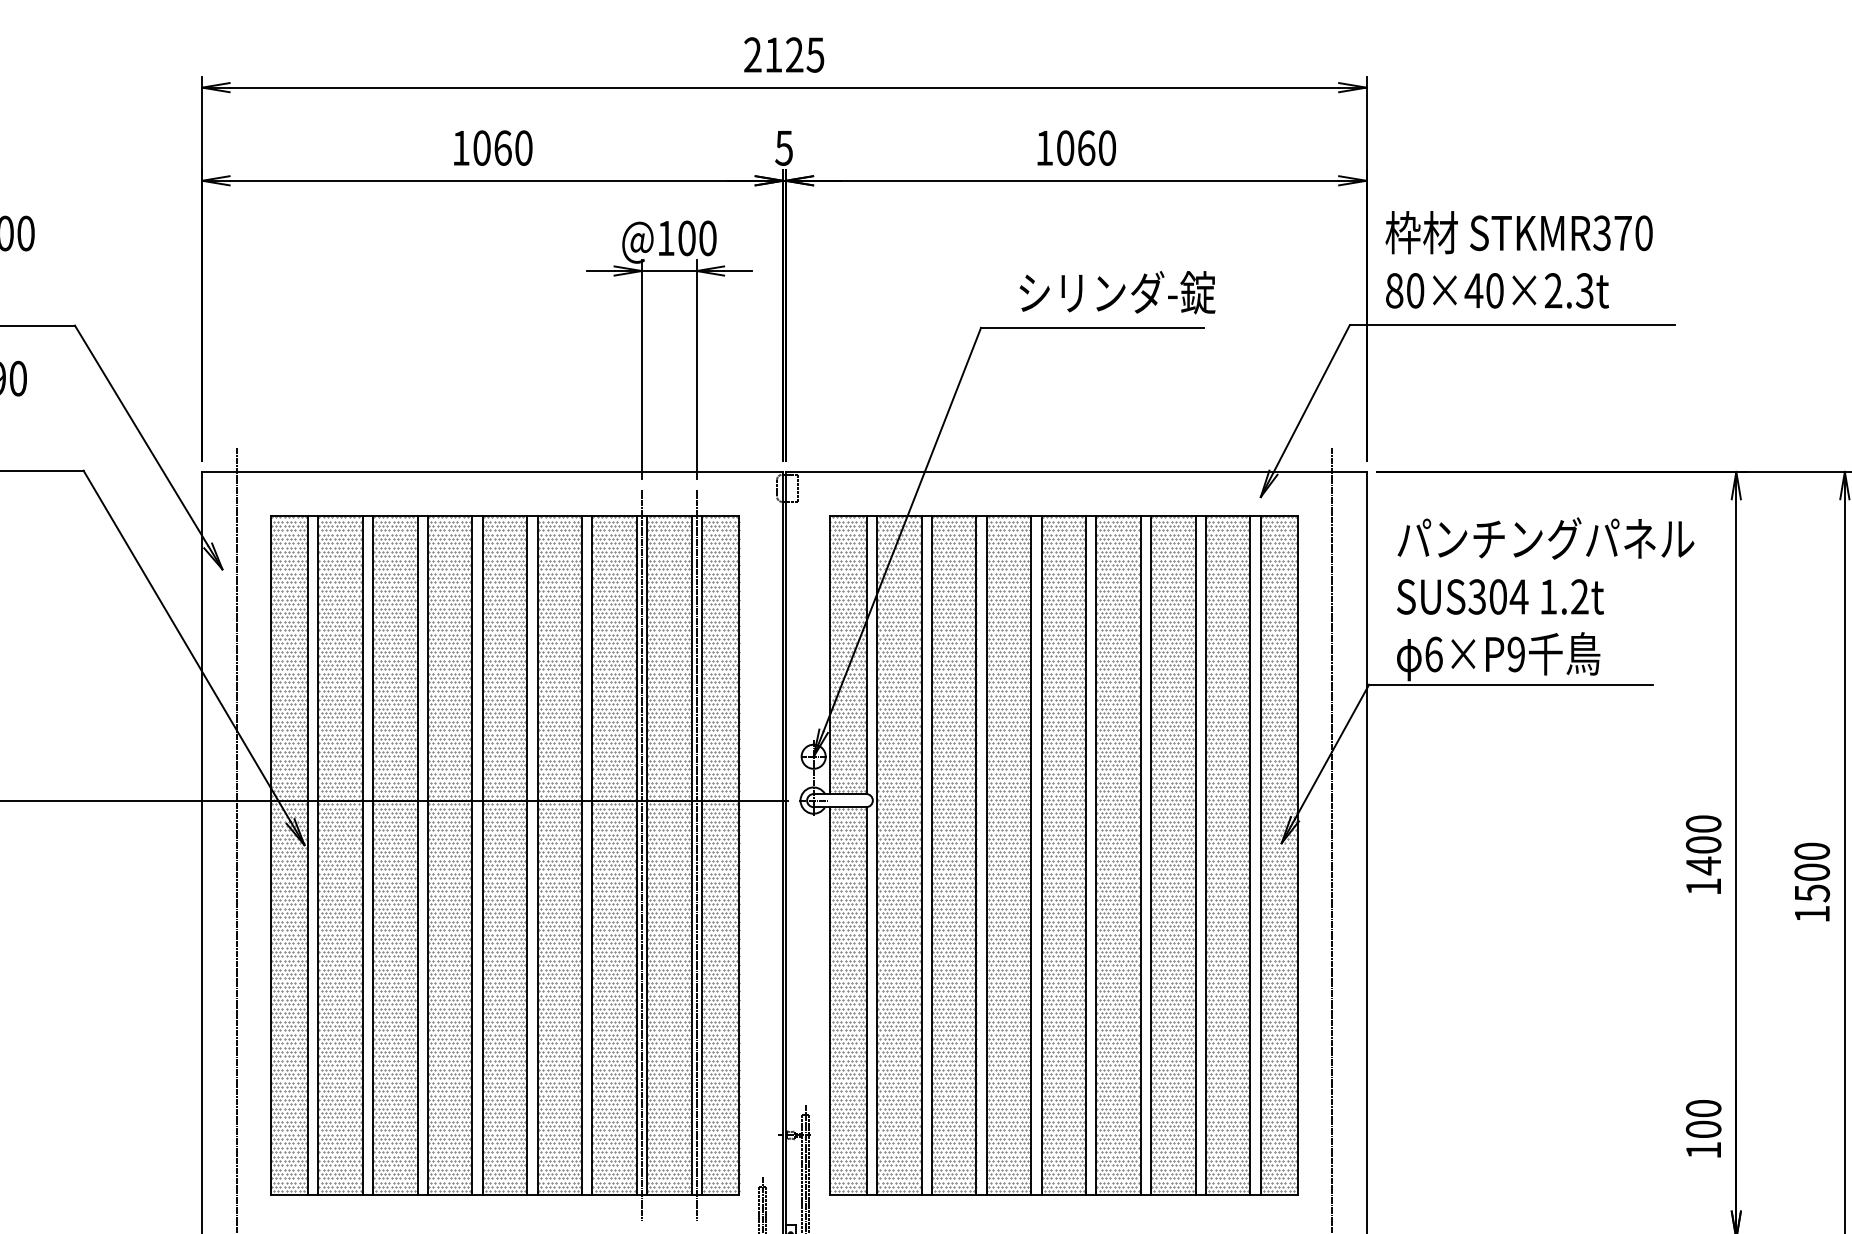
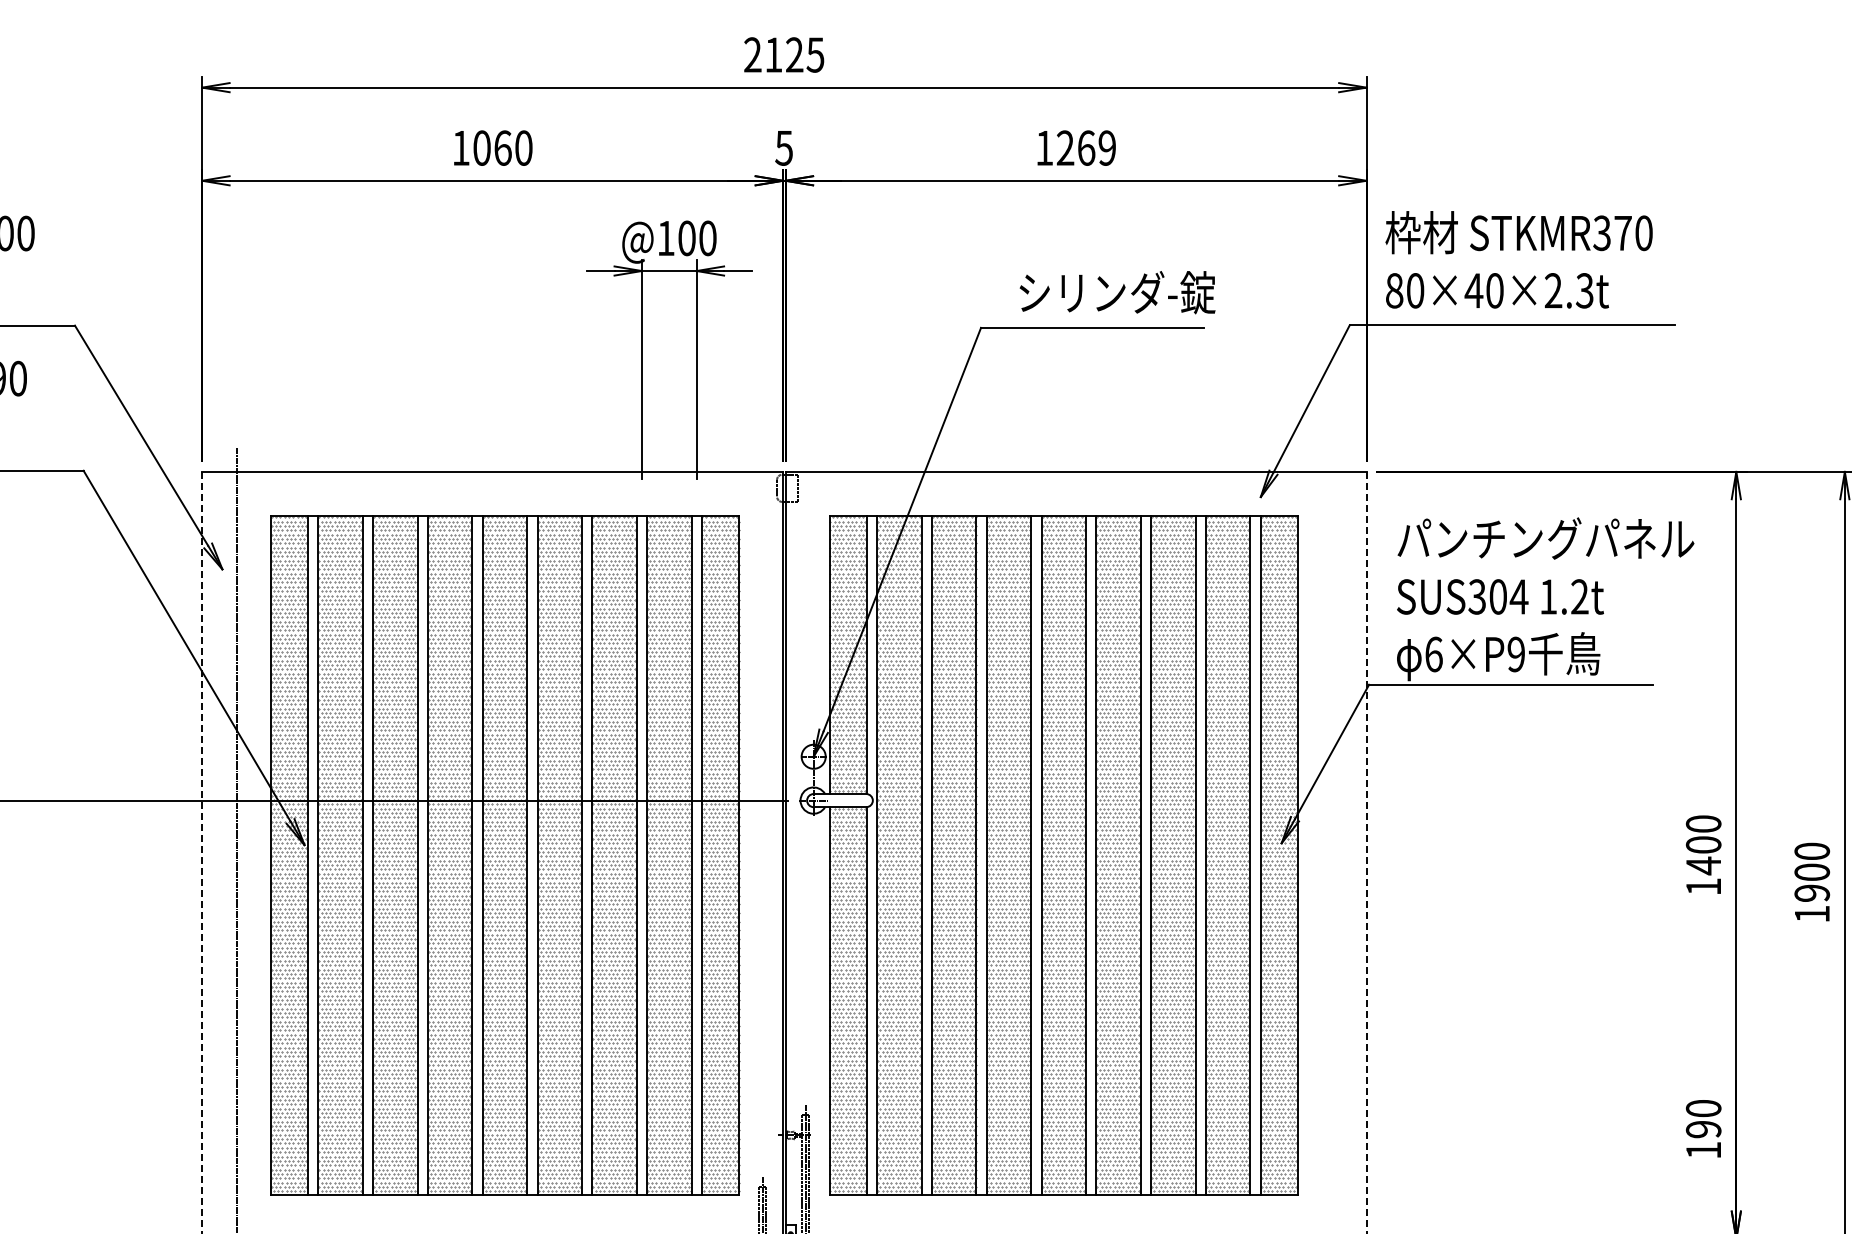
text at (1085, 147): 1060 -> 1269
line at (1332, 838): present -> none
line at (202, 853): solid -> dashed
line at (1366, 853): solid -> dashed
line at (641, 854): present -> none
line at (696, 854): present -> none
text at (1812, 893): 1500 -> 1900
text at (1703, 1129): 100 -> 190
